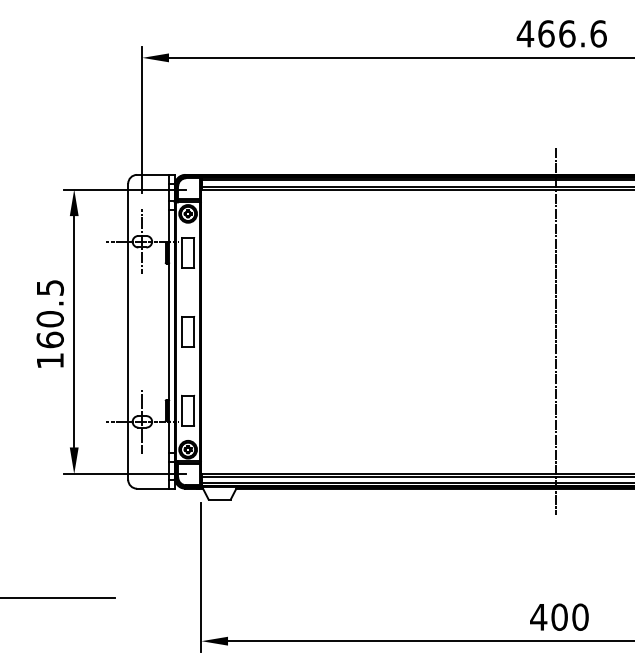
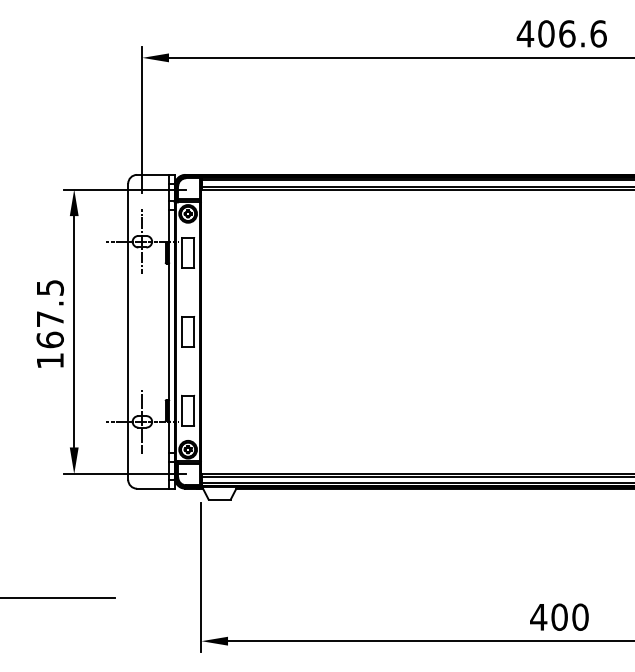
text at (546, 33): 466.6 -> 406.6
text at (49, 319): 160.5 -> 167.5
line at (556, 331): present -> none
